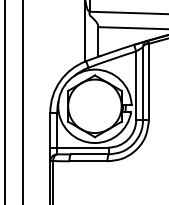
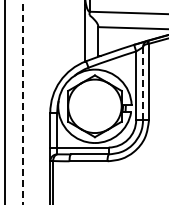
line at (143, 83): solid -> dashed
line at (22, 102): solid -> dashed
